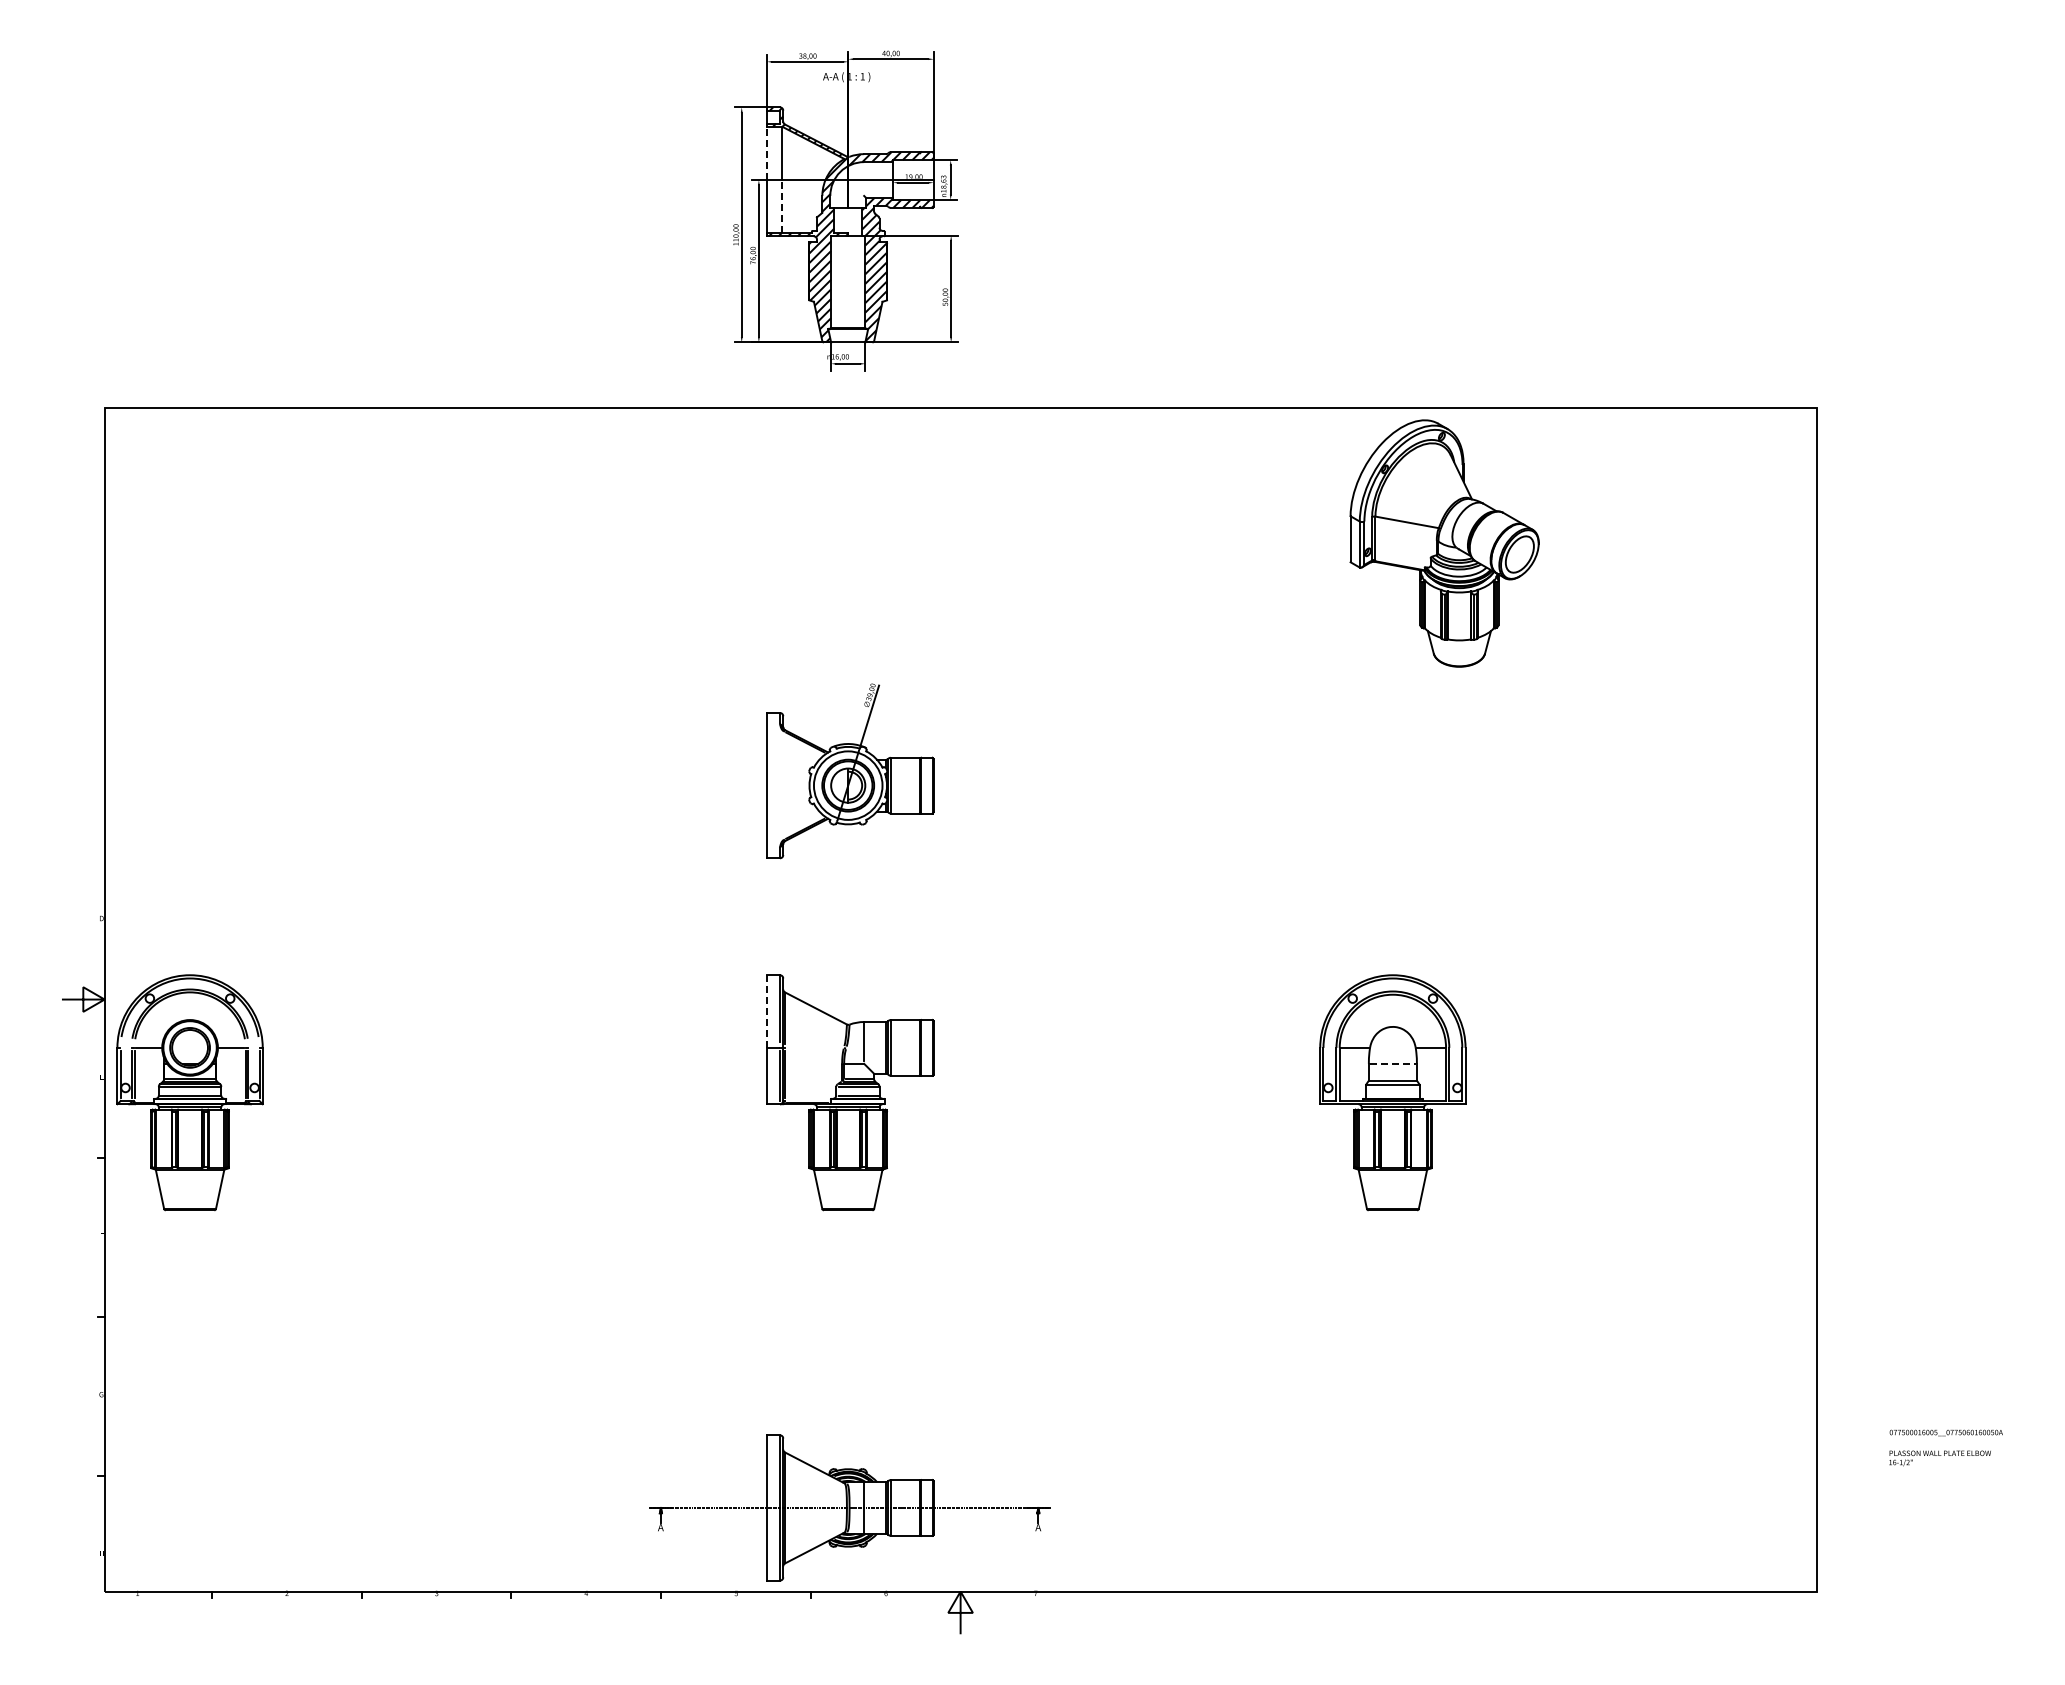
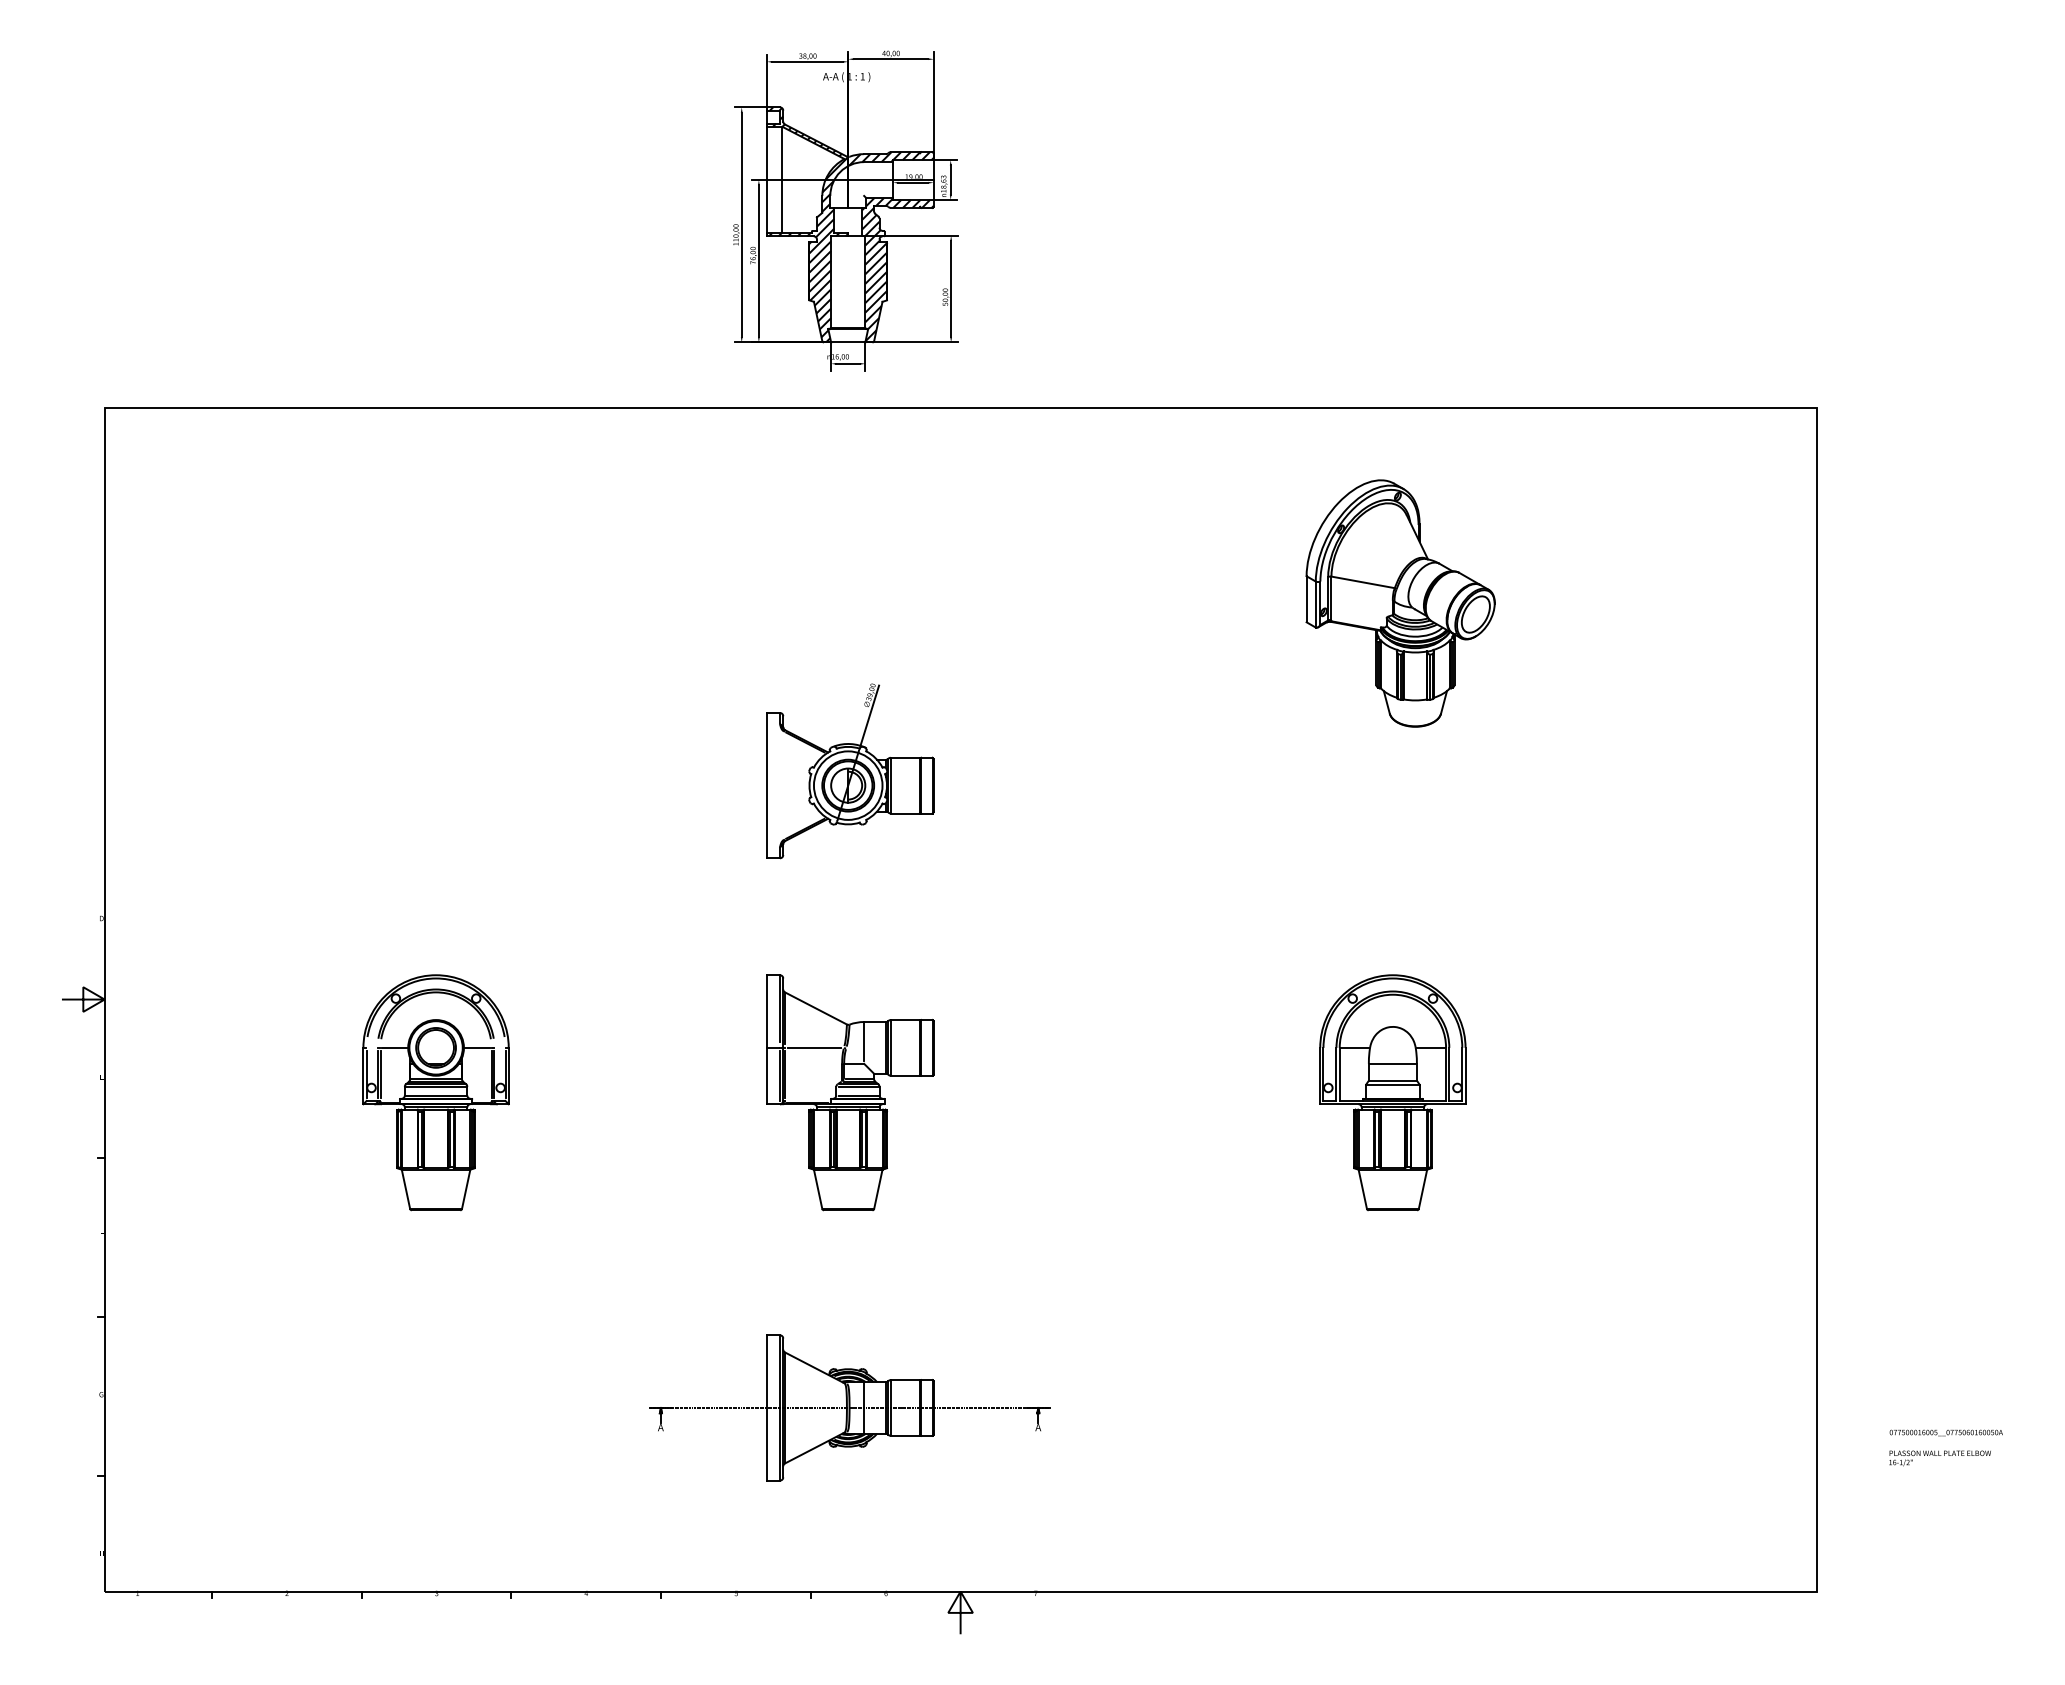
line at (767, 153): dashed -> solid
line at (782, 206): dashed -> solid
part at (1444, 543) position: (1444, 543) -> (1400, 603)
line at (767, 1012): dashed -> solid
line at (814, 1047): none -> present
line at (1392, 1063): dashed -> solid
part at (189, 1092) position: (189, 1092) -> (435, 1092)
part at (849, 1507) position: (849, 1507) -> (849, 1407)
